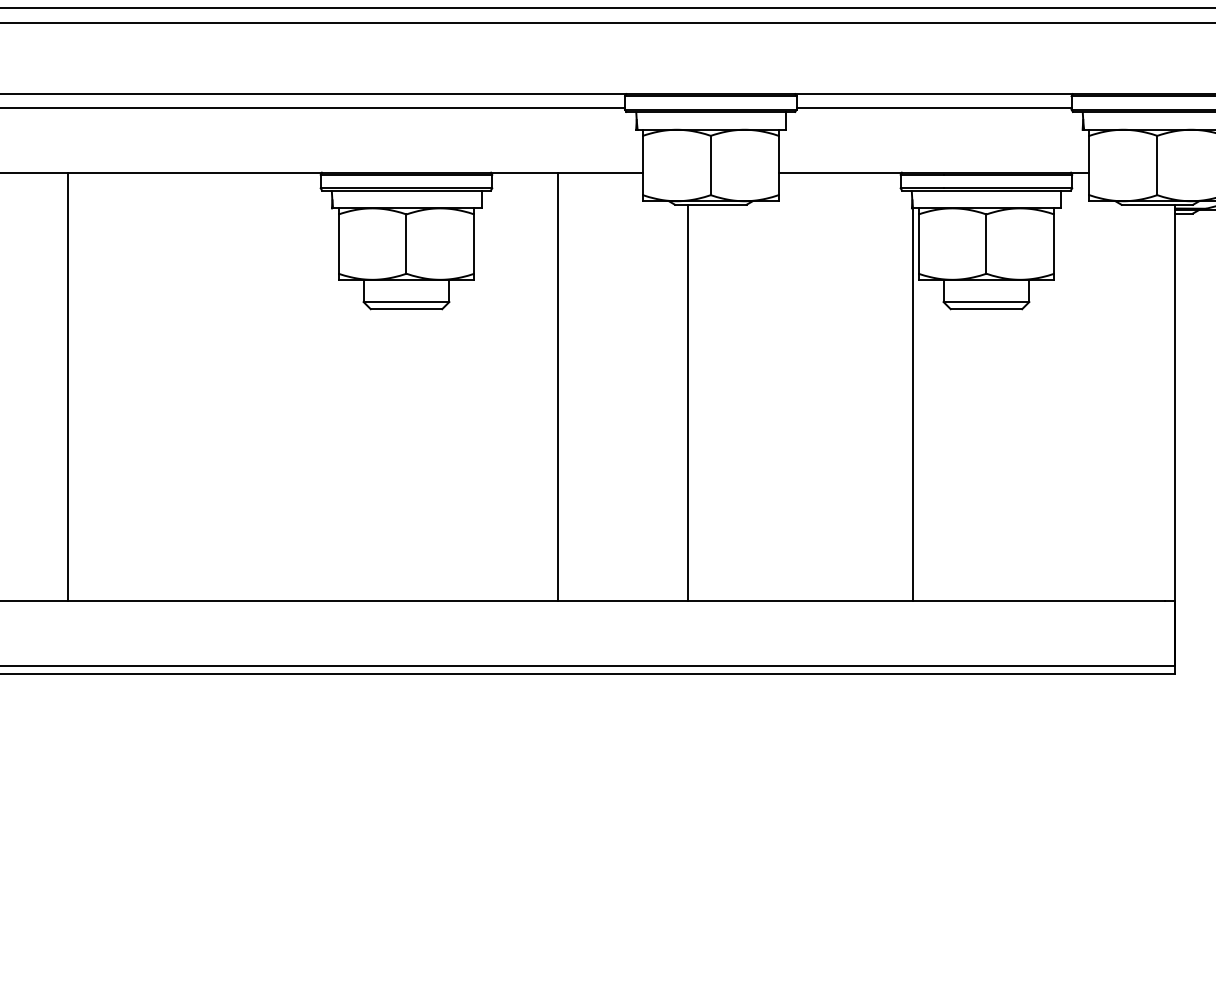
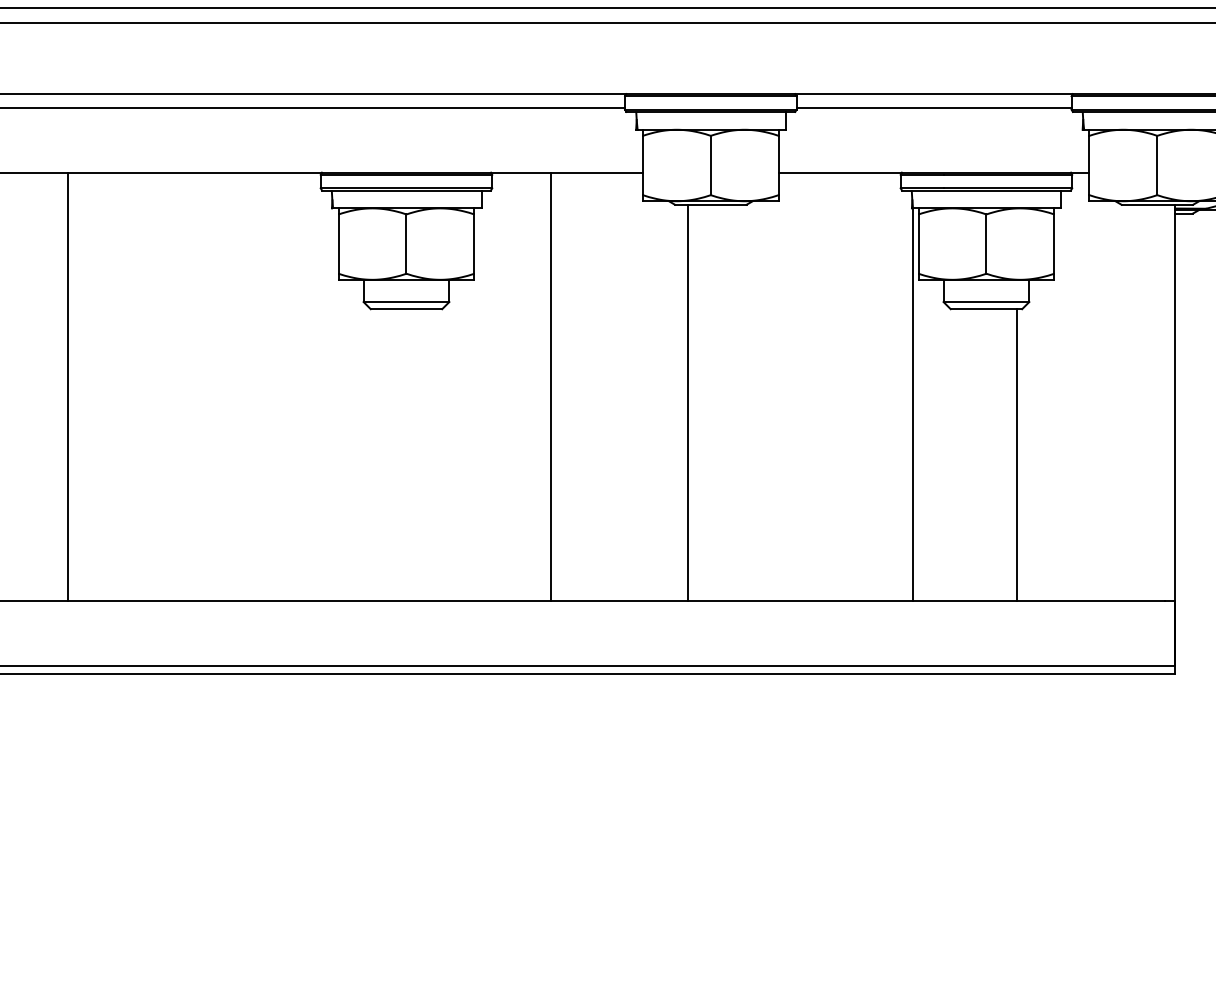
line at (557, 386) position: (557, 386) -> (550, 386)
line at (1016, 455): none -> present
